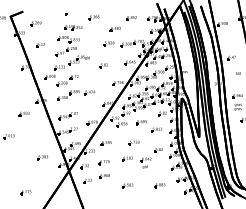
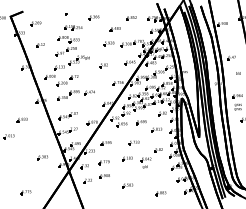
part at (23, 113) position: (23, 113) -> (21, 119)
part at (159, 185) position: (159, 185) -> (160, 193)
